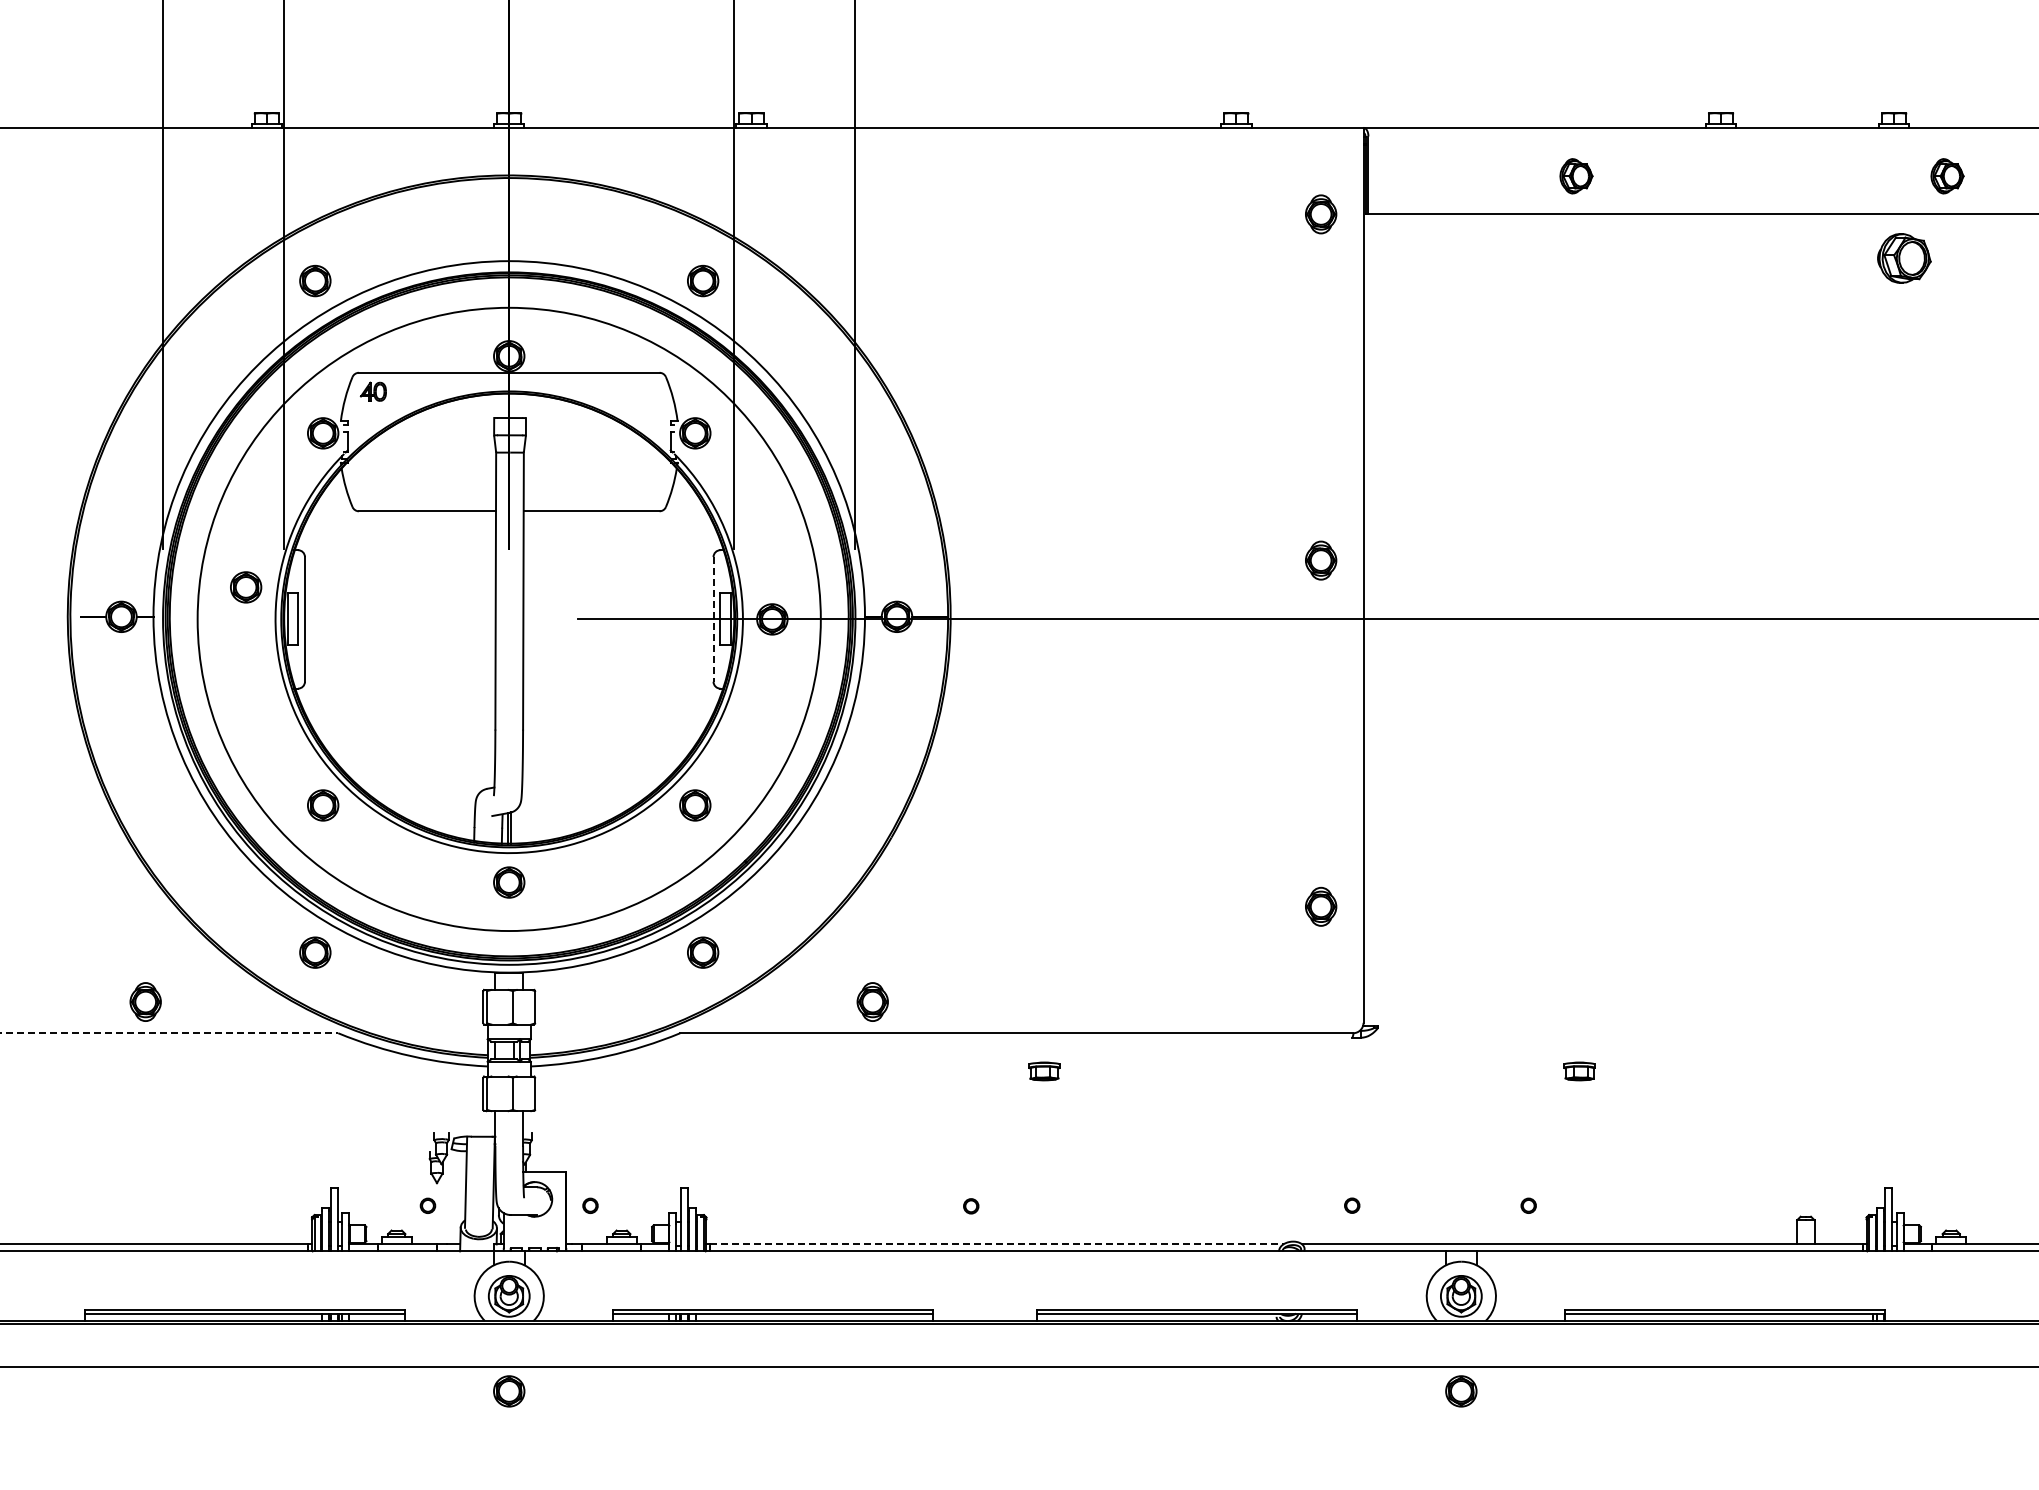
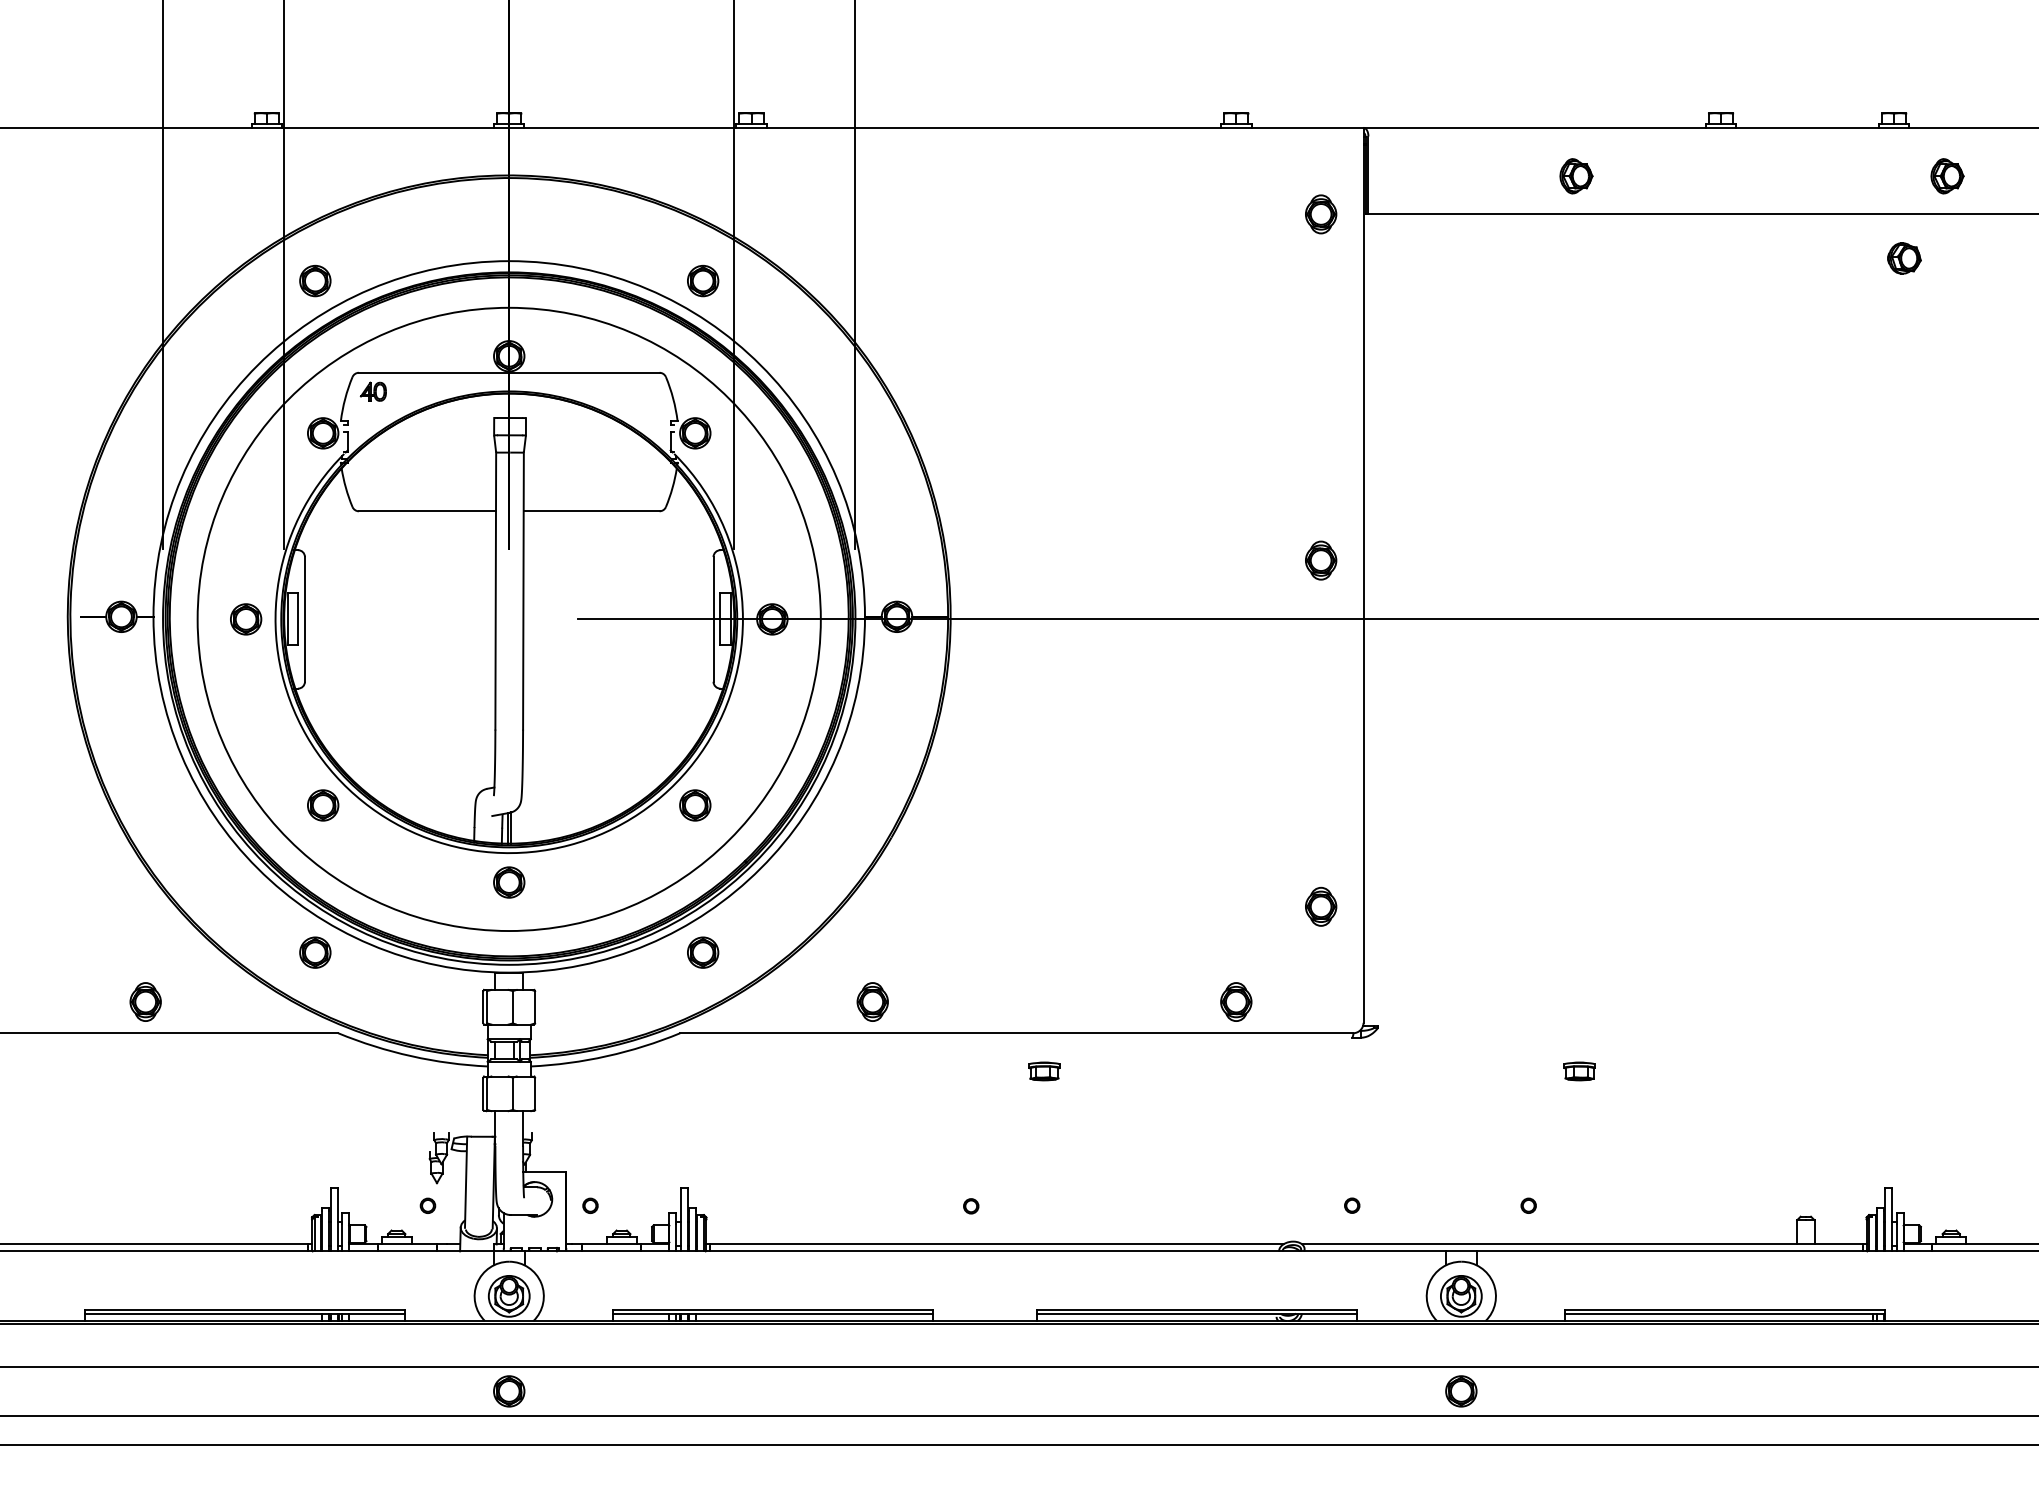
part at (1904, 258) size: 55x51 px -> 35x33 px
part at (246, 587) position: (246, 587) -> (246, 619)
line at (713, 619): dashed -> solid
part at (1236, 1001): none -> present
line at (169, 1033): dashed -> solid
line at (996, 1244): dashed -> solid
line at (1018, 1415): none -> present
line at (1018, 1445): none -> present
